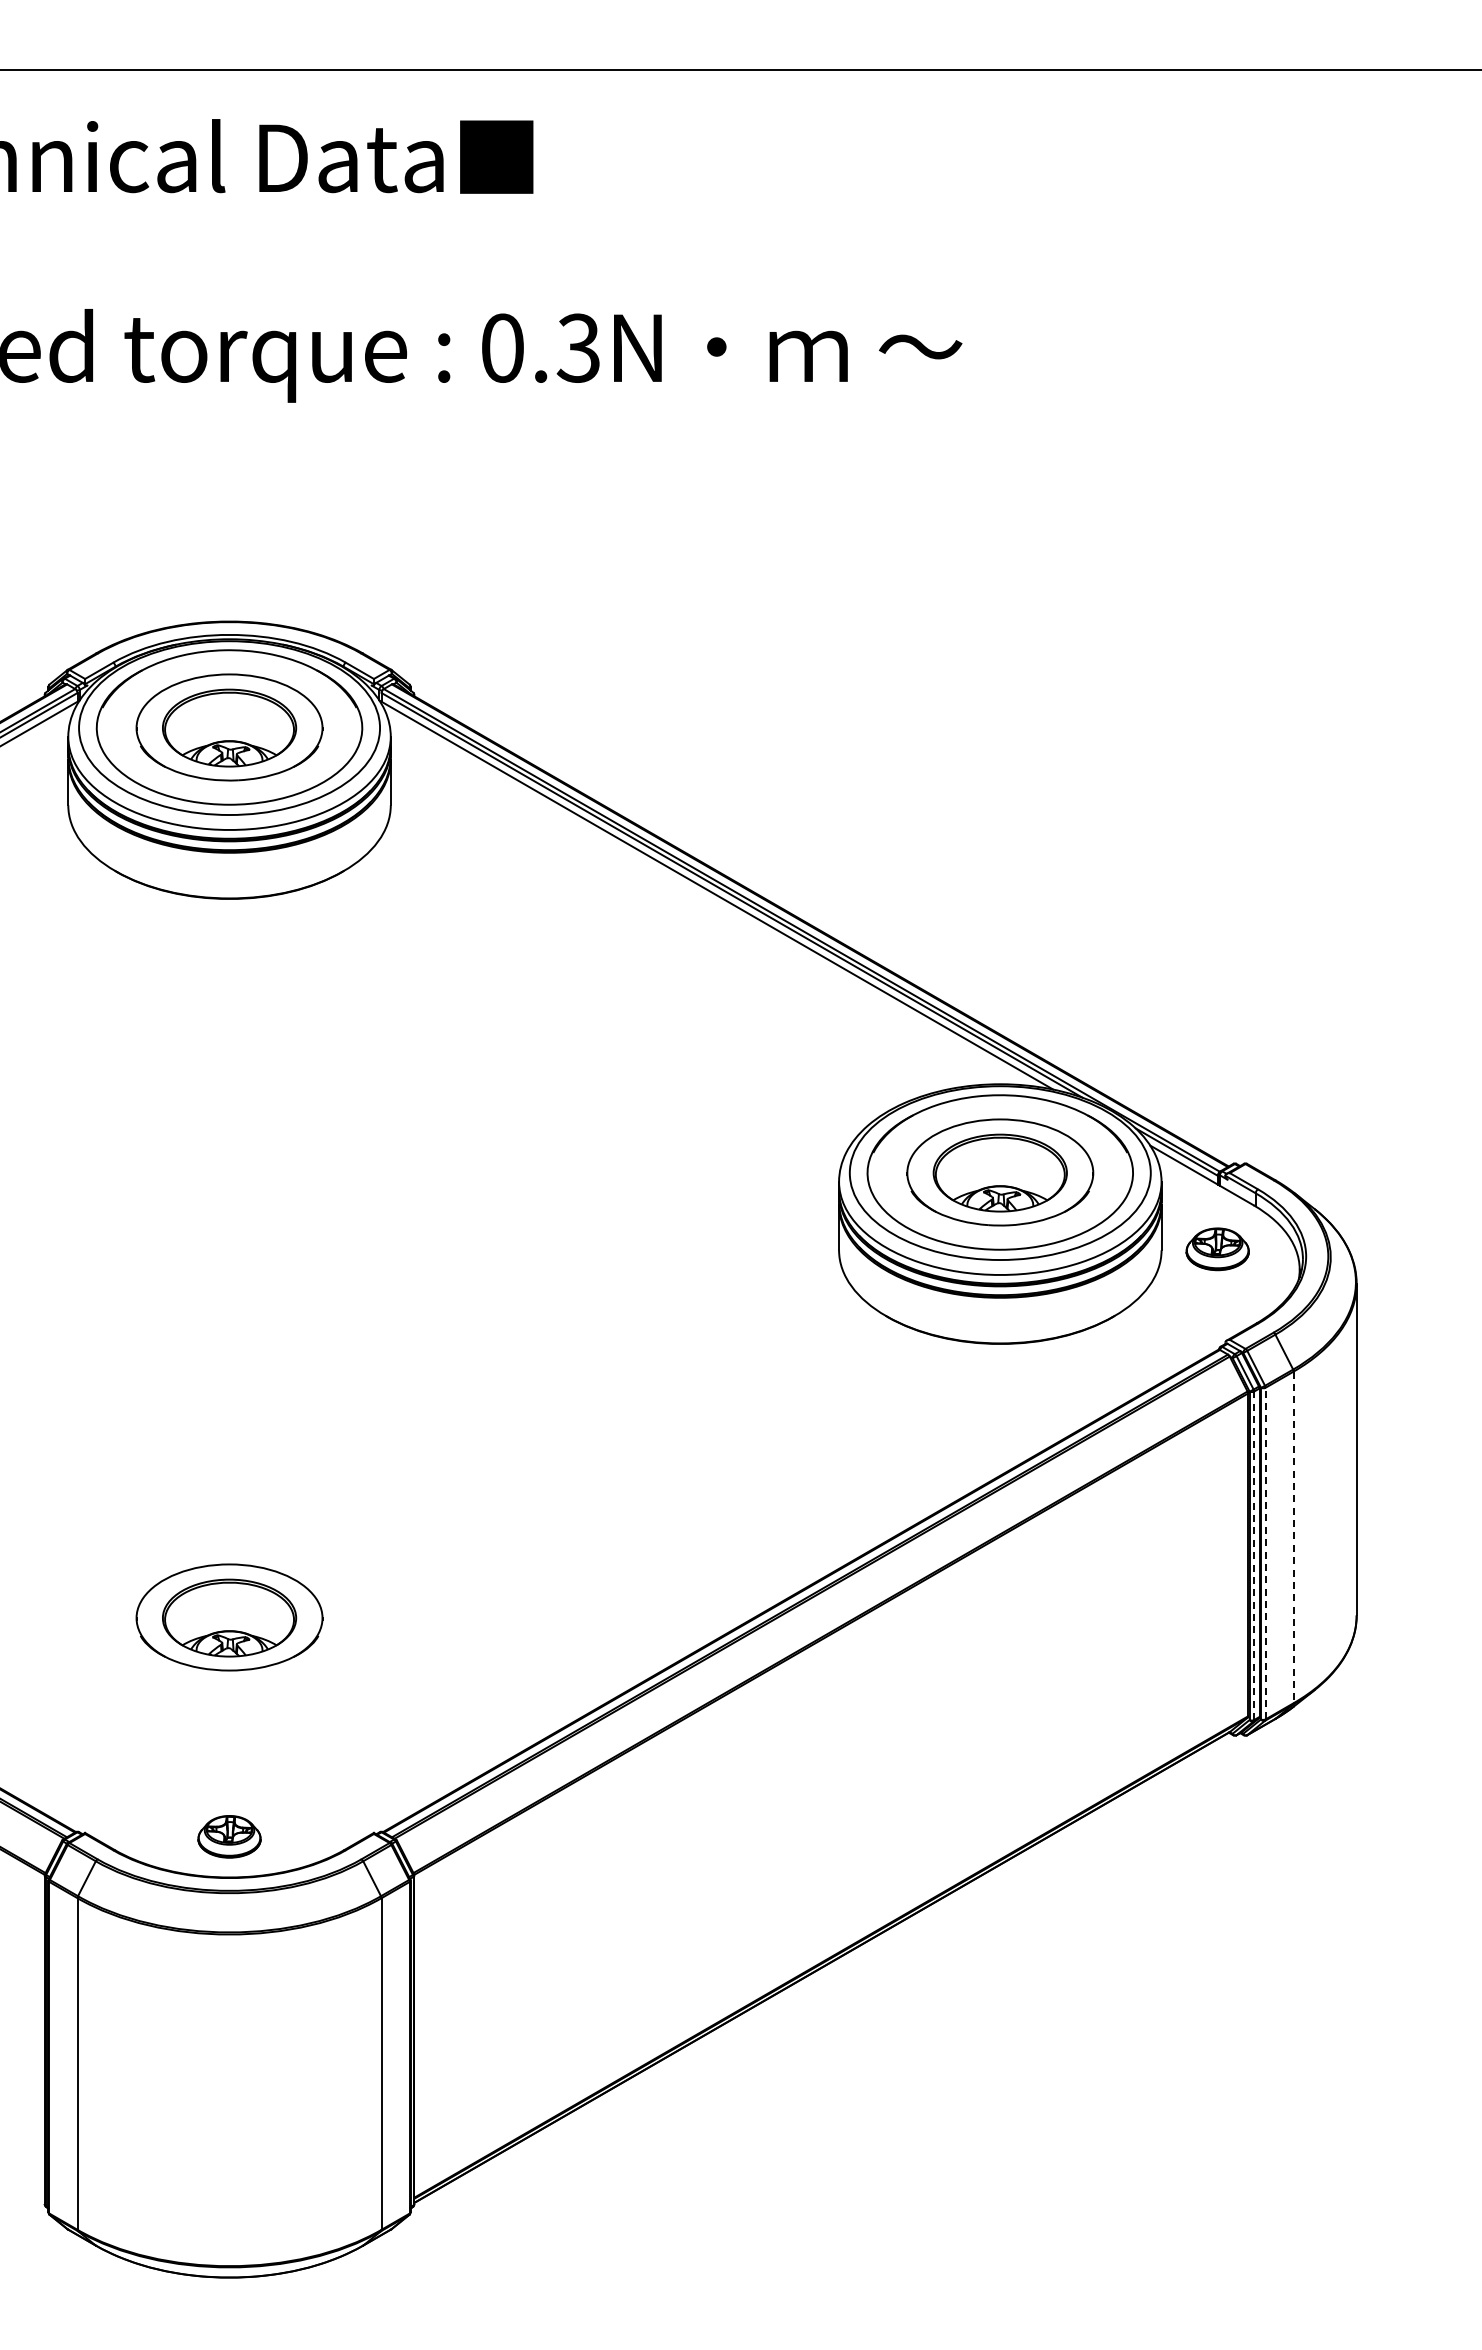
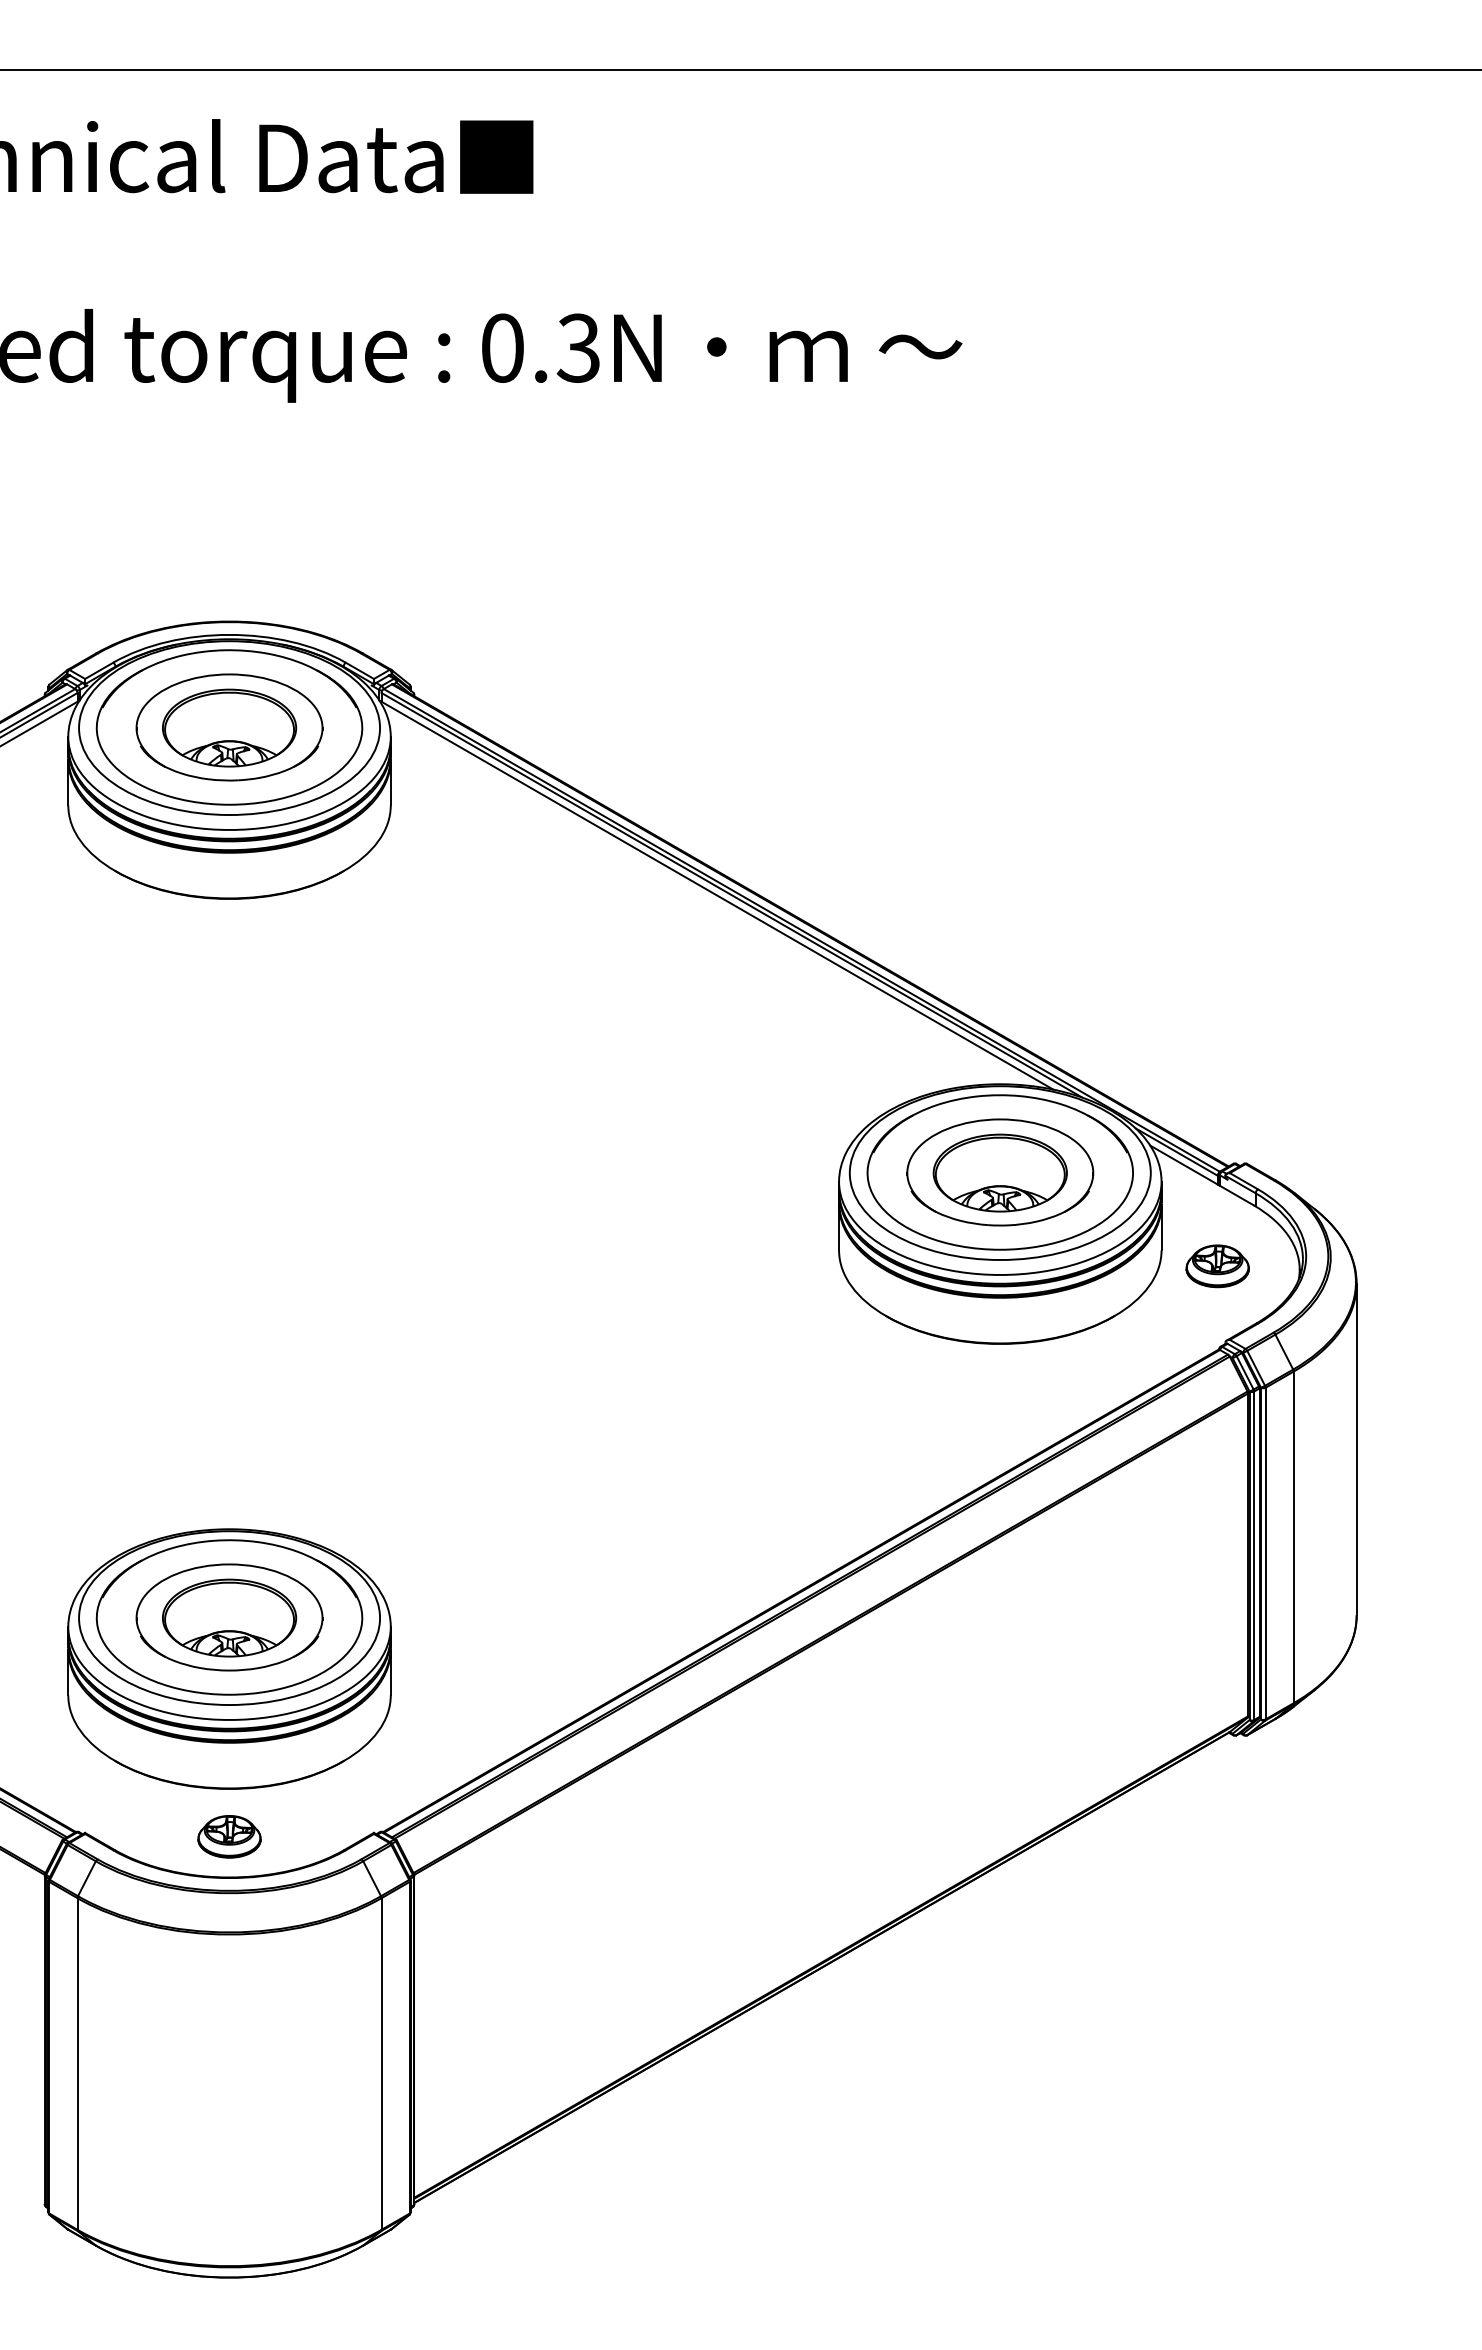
part at (1217, 1249) position: (1217, 1249) -> (1217, 1266)
line at (1293, 1537): dashed -> solid
line at (1265, 1553): dashed -> solid
line at (1254, 1555): dashed -> solid
part at (229, 1658): none -> present
